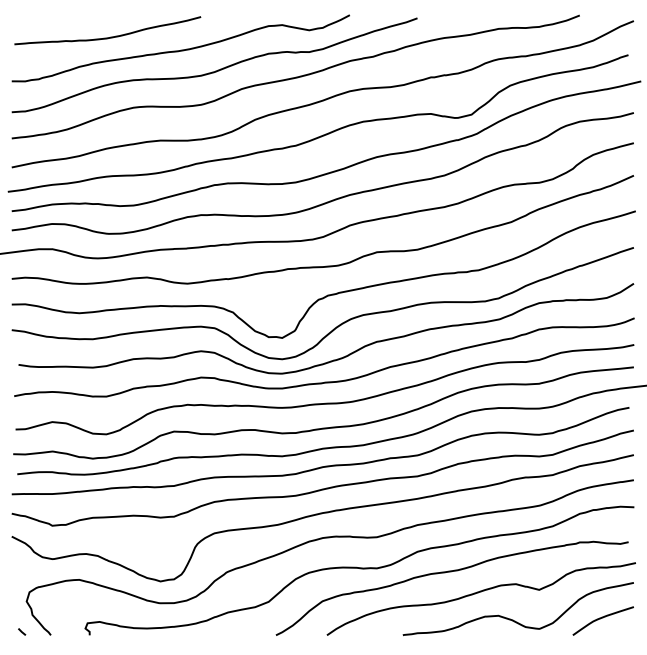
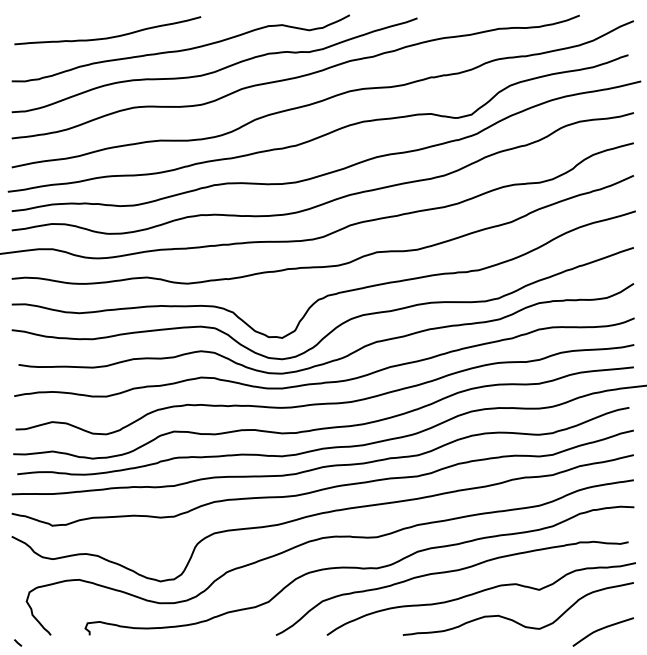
curve at (602, 618) position: (602, 618) -> (602, 629)
line at (22, 631) position: (22, 631) -> (18, 642)
